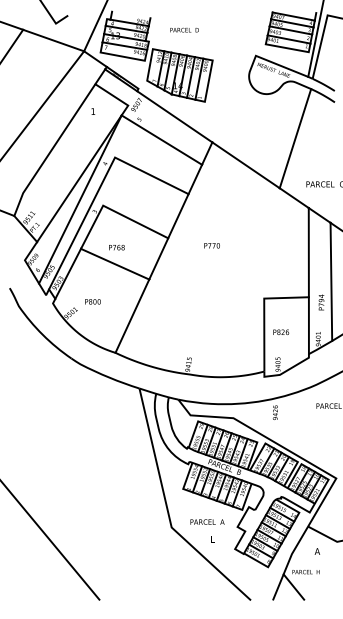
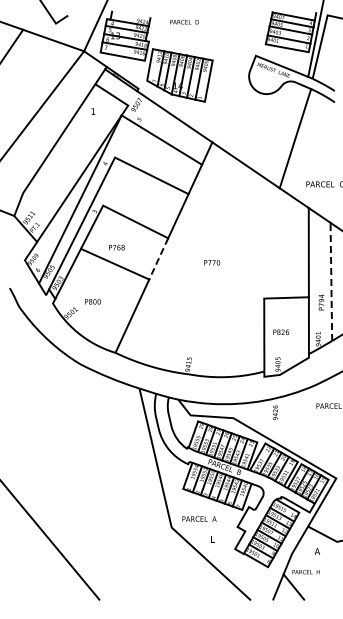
text at (184, 29) position: (184, 29) -> (184, 21)
text at (211, 245) position: (211, 245) -> (211, 262)
line at (158, 258): solid -> dashed
line at (331, 281): solid -> dashed
text at (207, 521) position: (207, 521) -> (199, 518)
